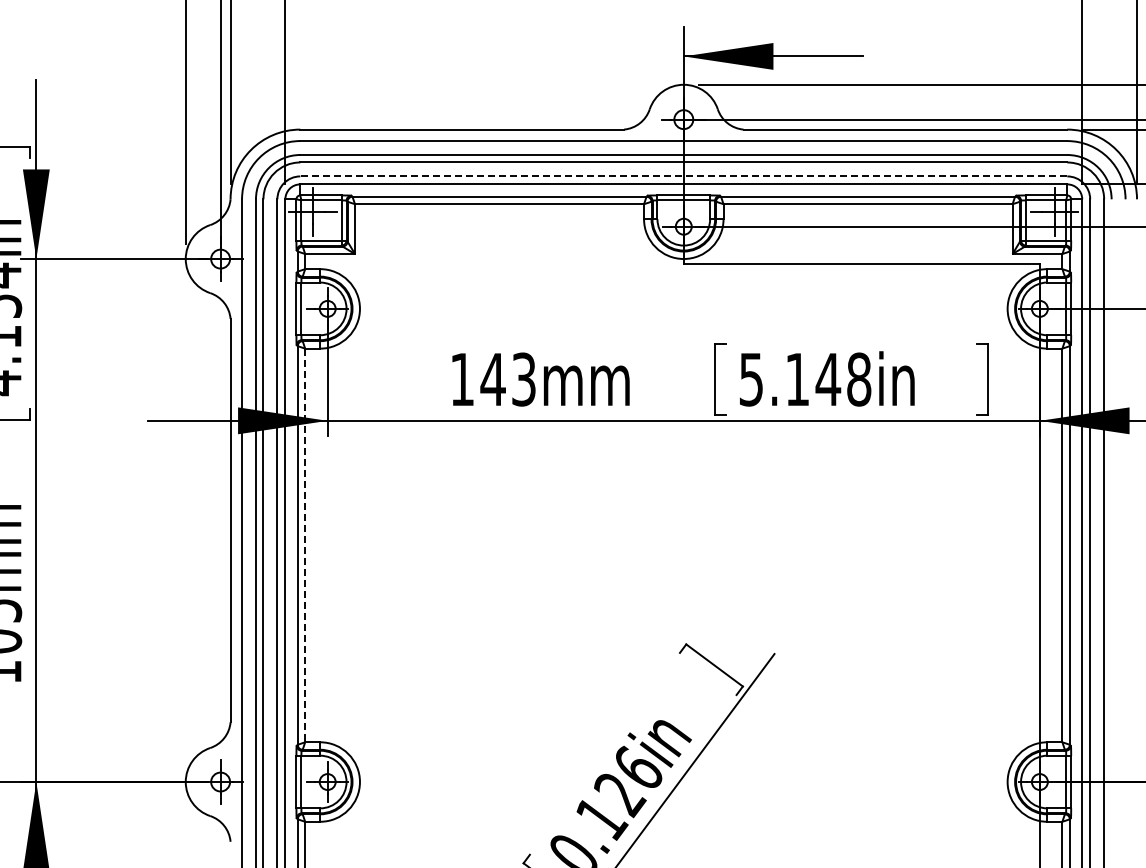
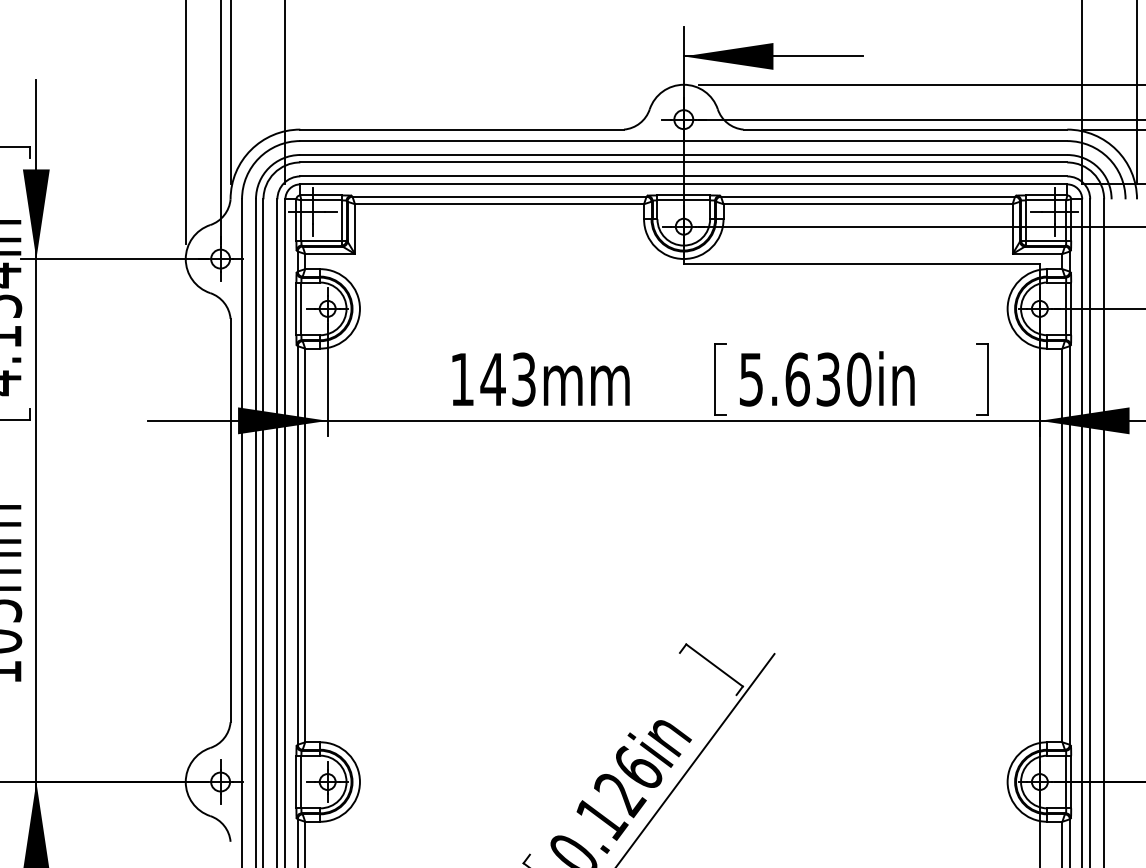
line at (683, 176): dashed -> solid
text at (828, 379): 5.148in -> 5.630in
line at (305, 545): dashed -> solid
